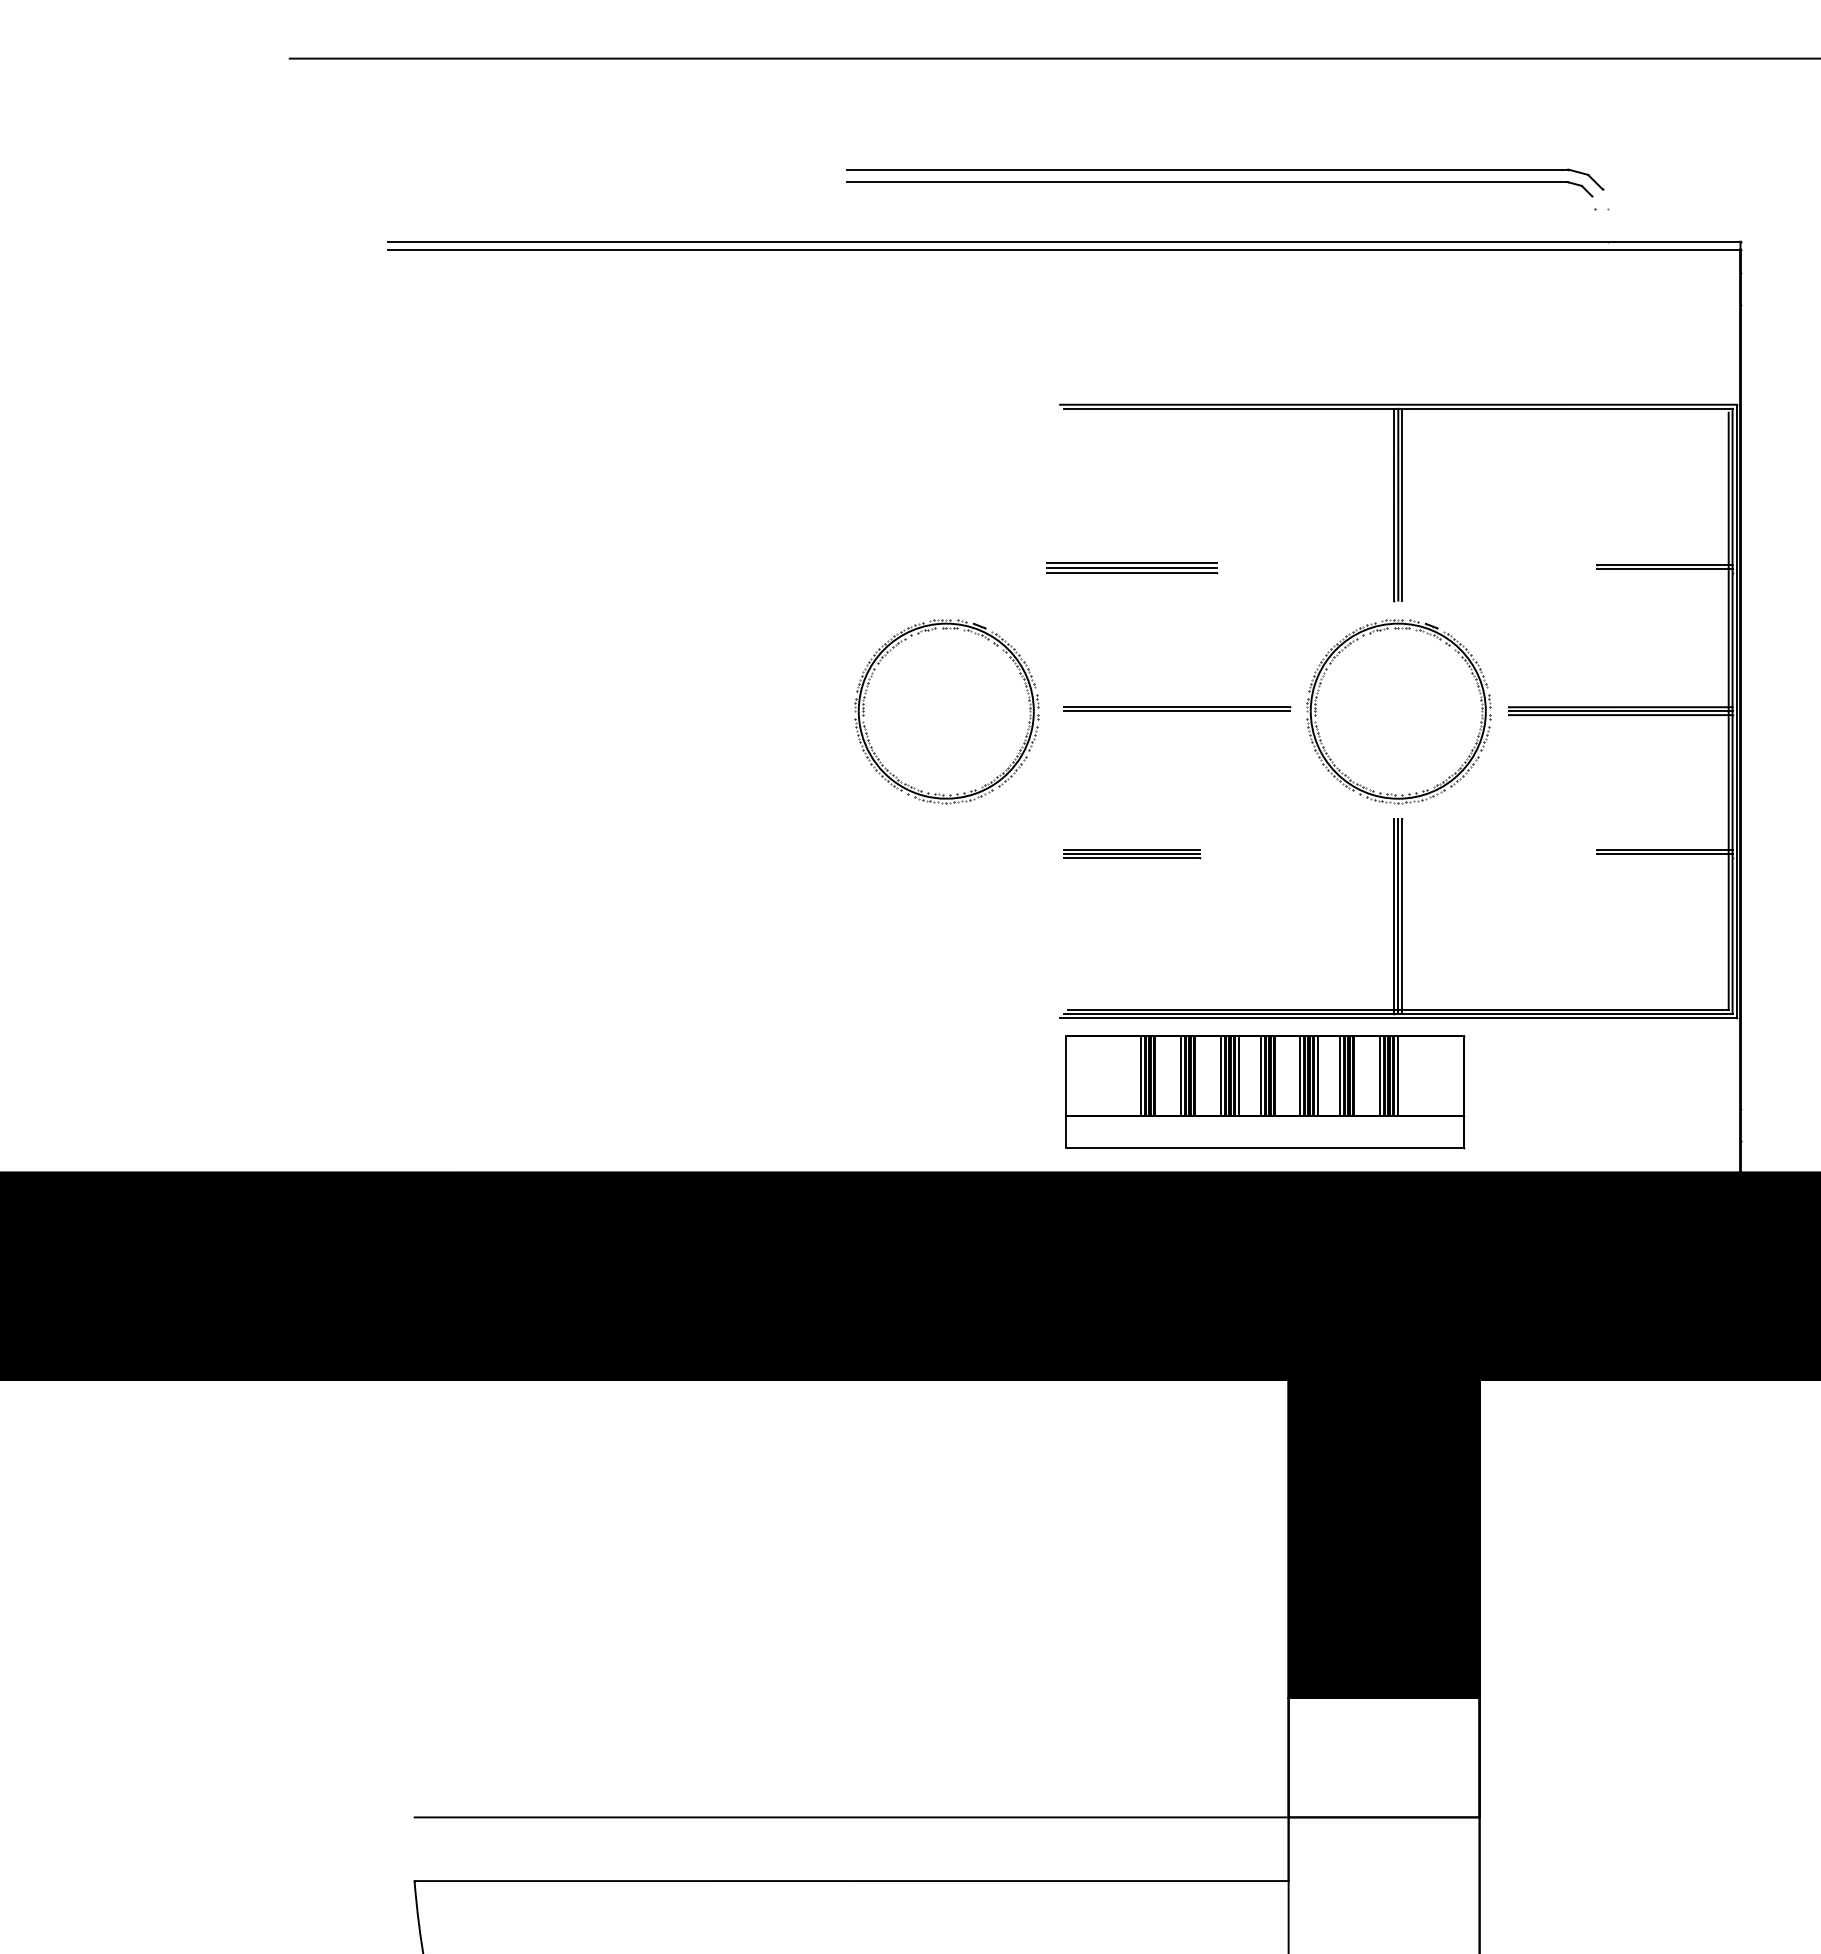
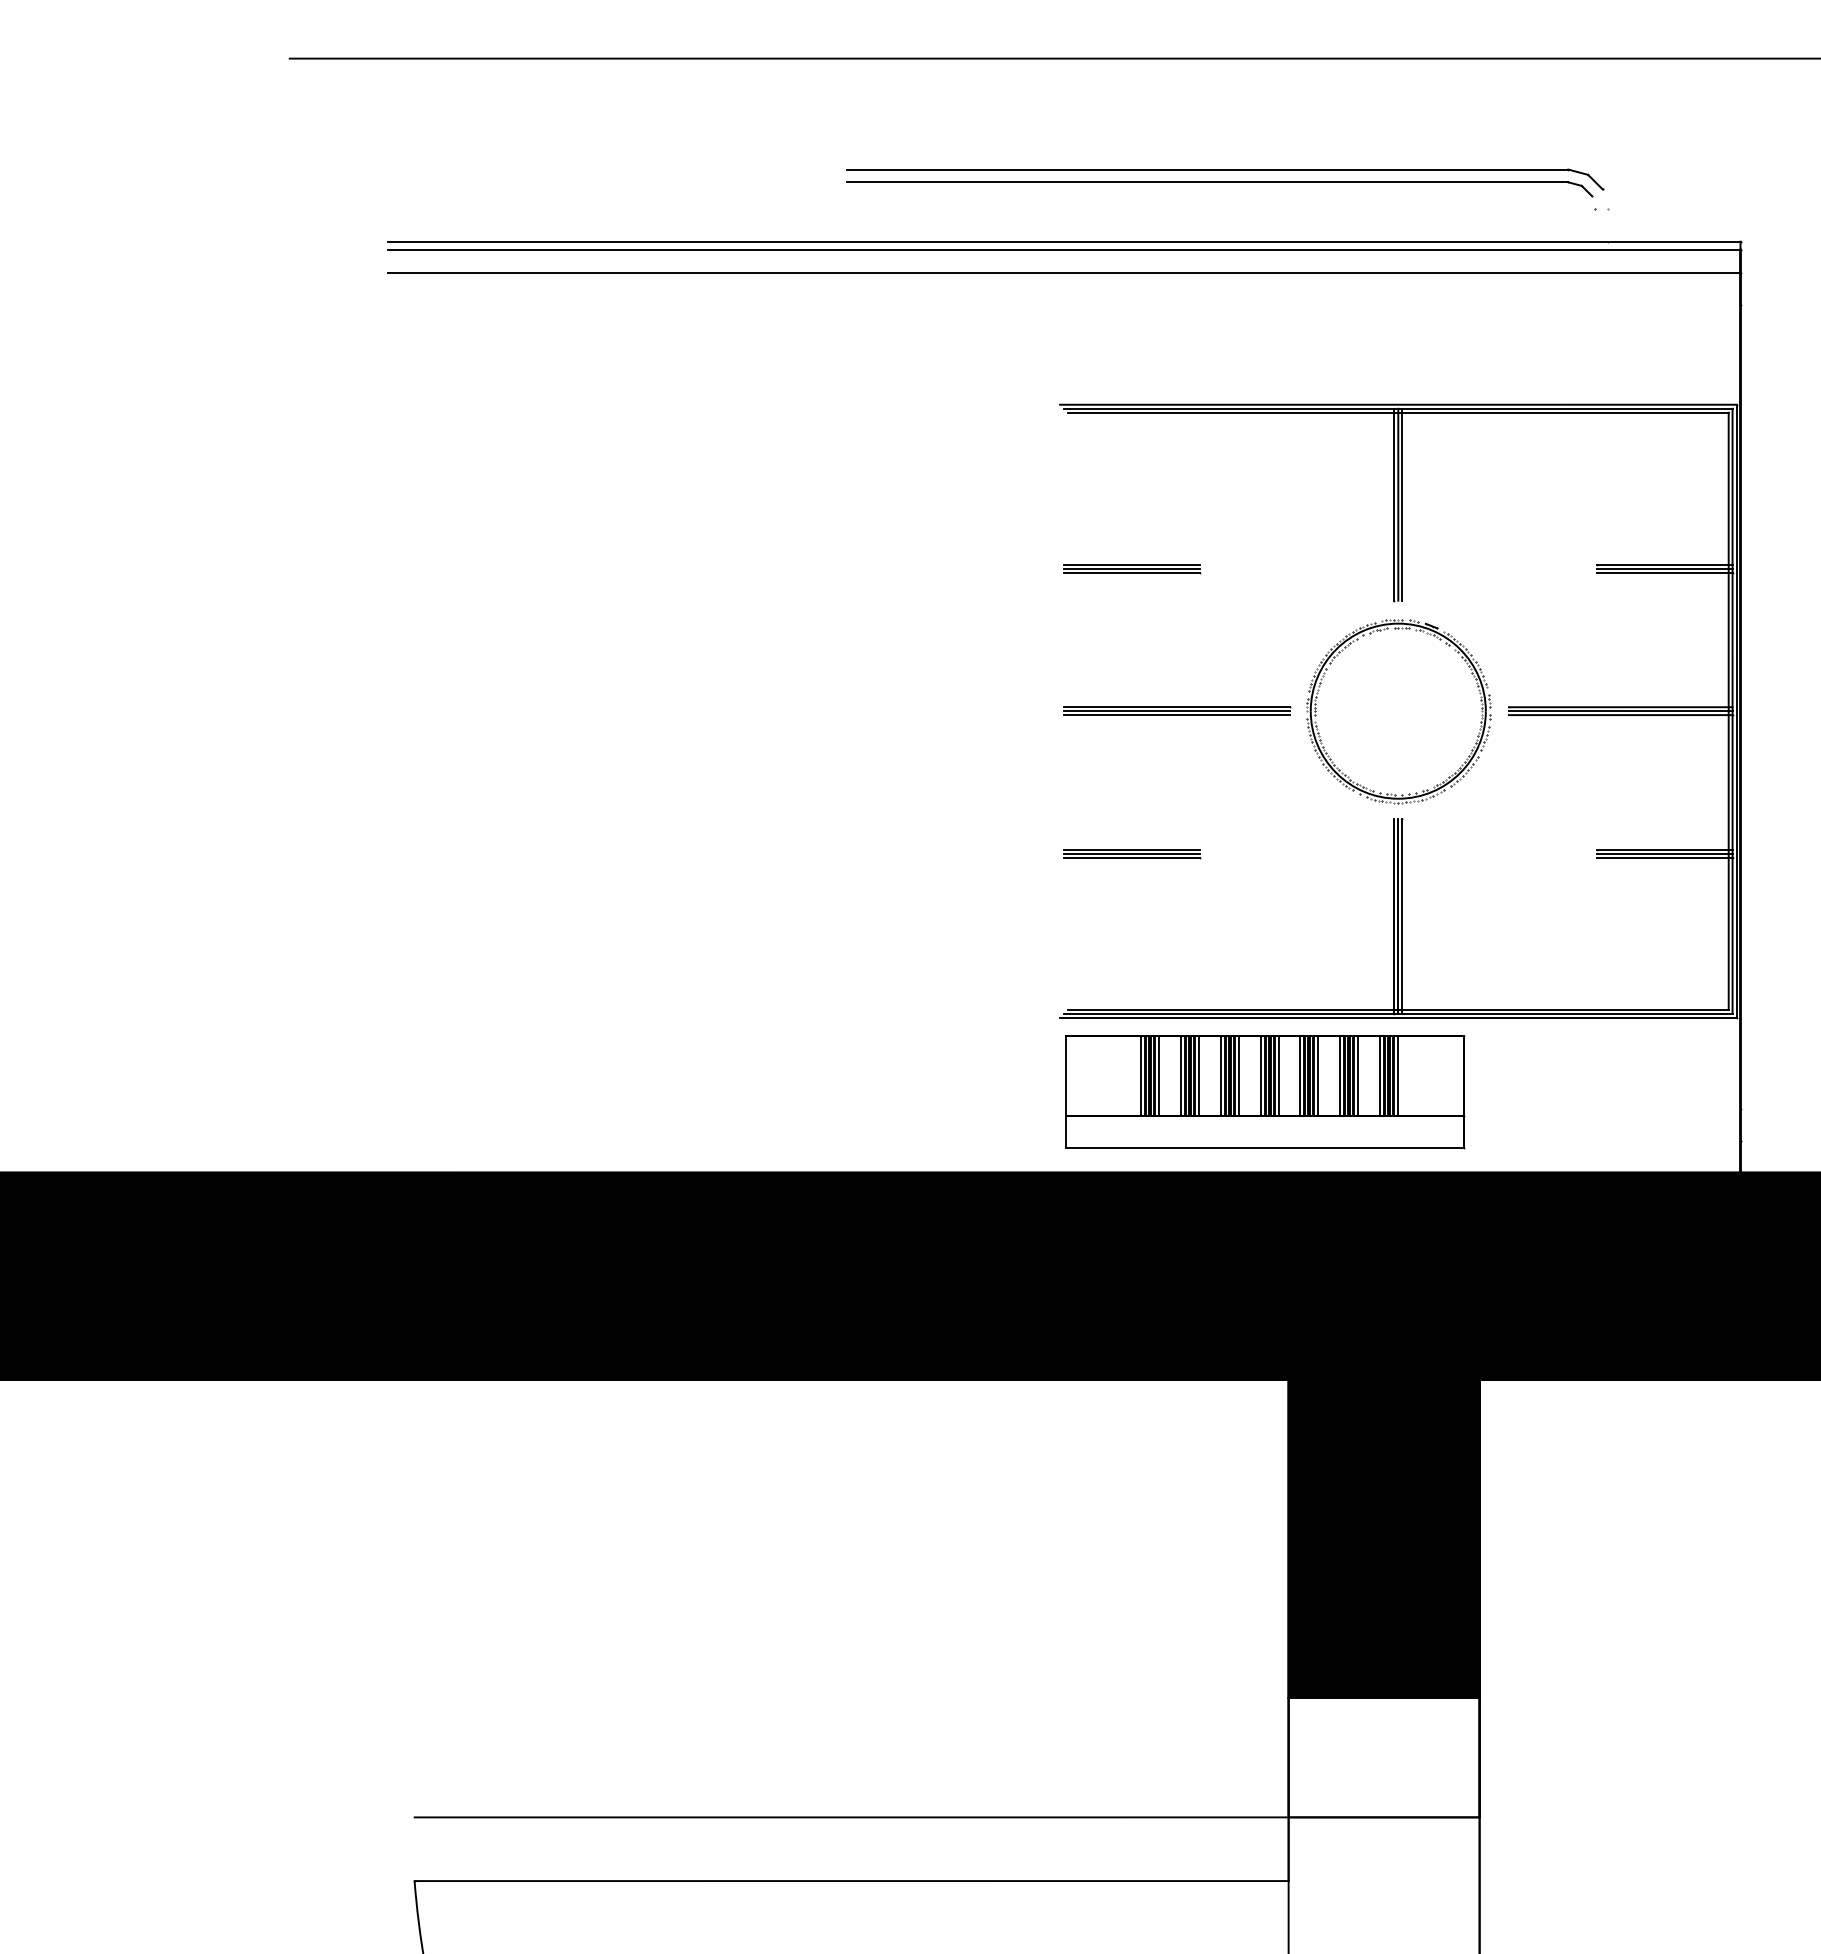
line at (1063, 273): none -> present
line at (1398, 412): none -> present
part at (1132, 568) size: 173x13 px -> 139x11 px
line at (1664, 572): none -> present
part at (946, 711): present -> none
line at (1177, 715): none -> present
line at (1664, 857): none -> present
line at (1159, 1076): none -> present
line at (1198, 1076): none -> present
line at (1278, 1076): none -> present
line at (1358, 1076): none -> present
